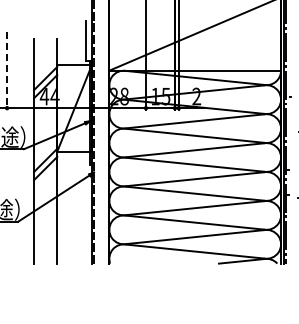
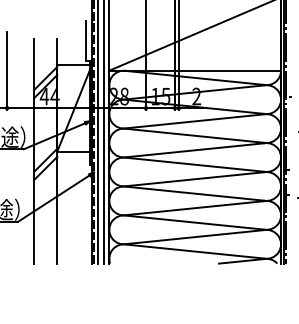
line at (7, 71): dashed -> solid
line at (97, 132): none -> present
line at (103, 132): none -> present
